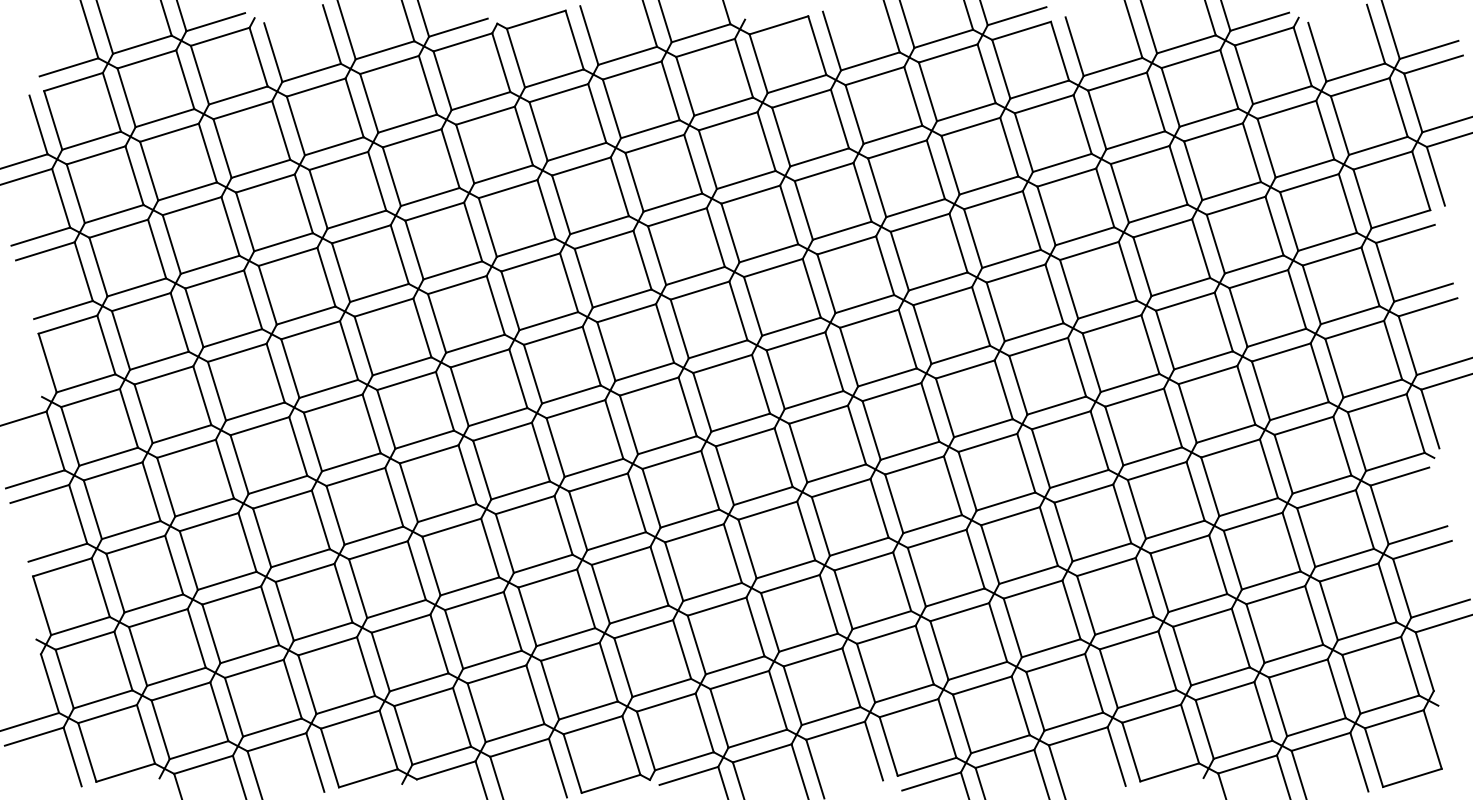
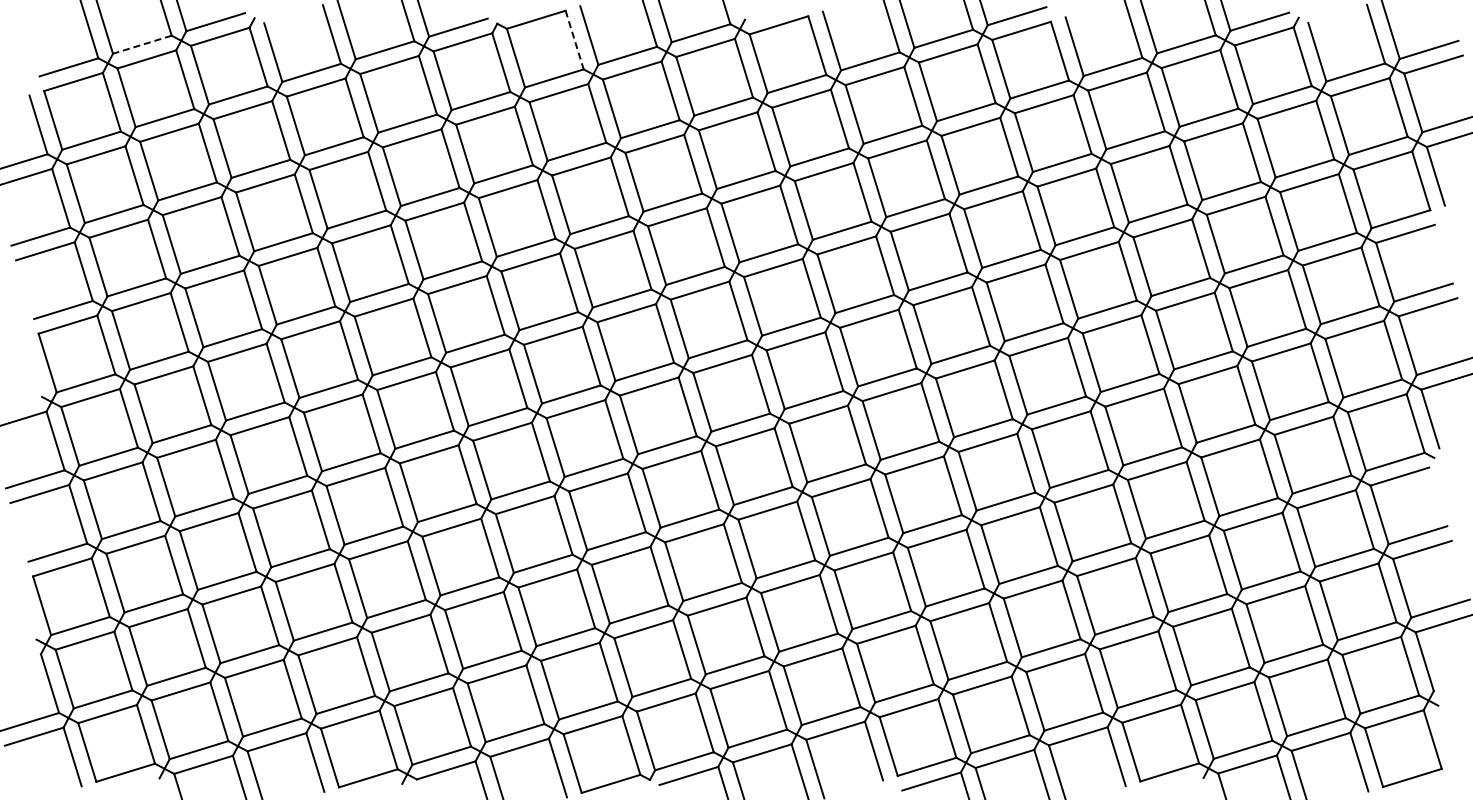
line at (574, 40): solid -> dashed
line at (142, 44): solid -> dashed
